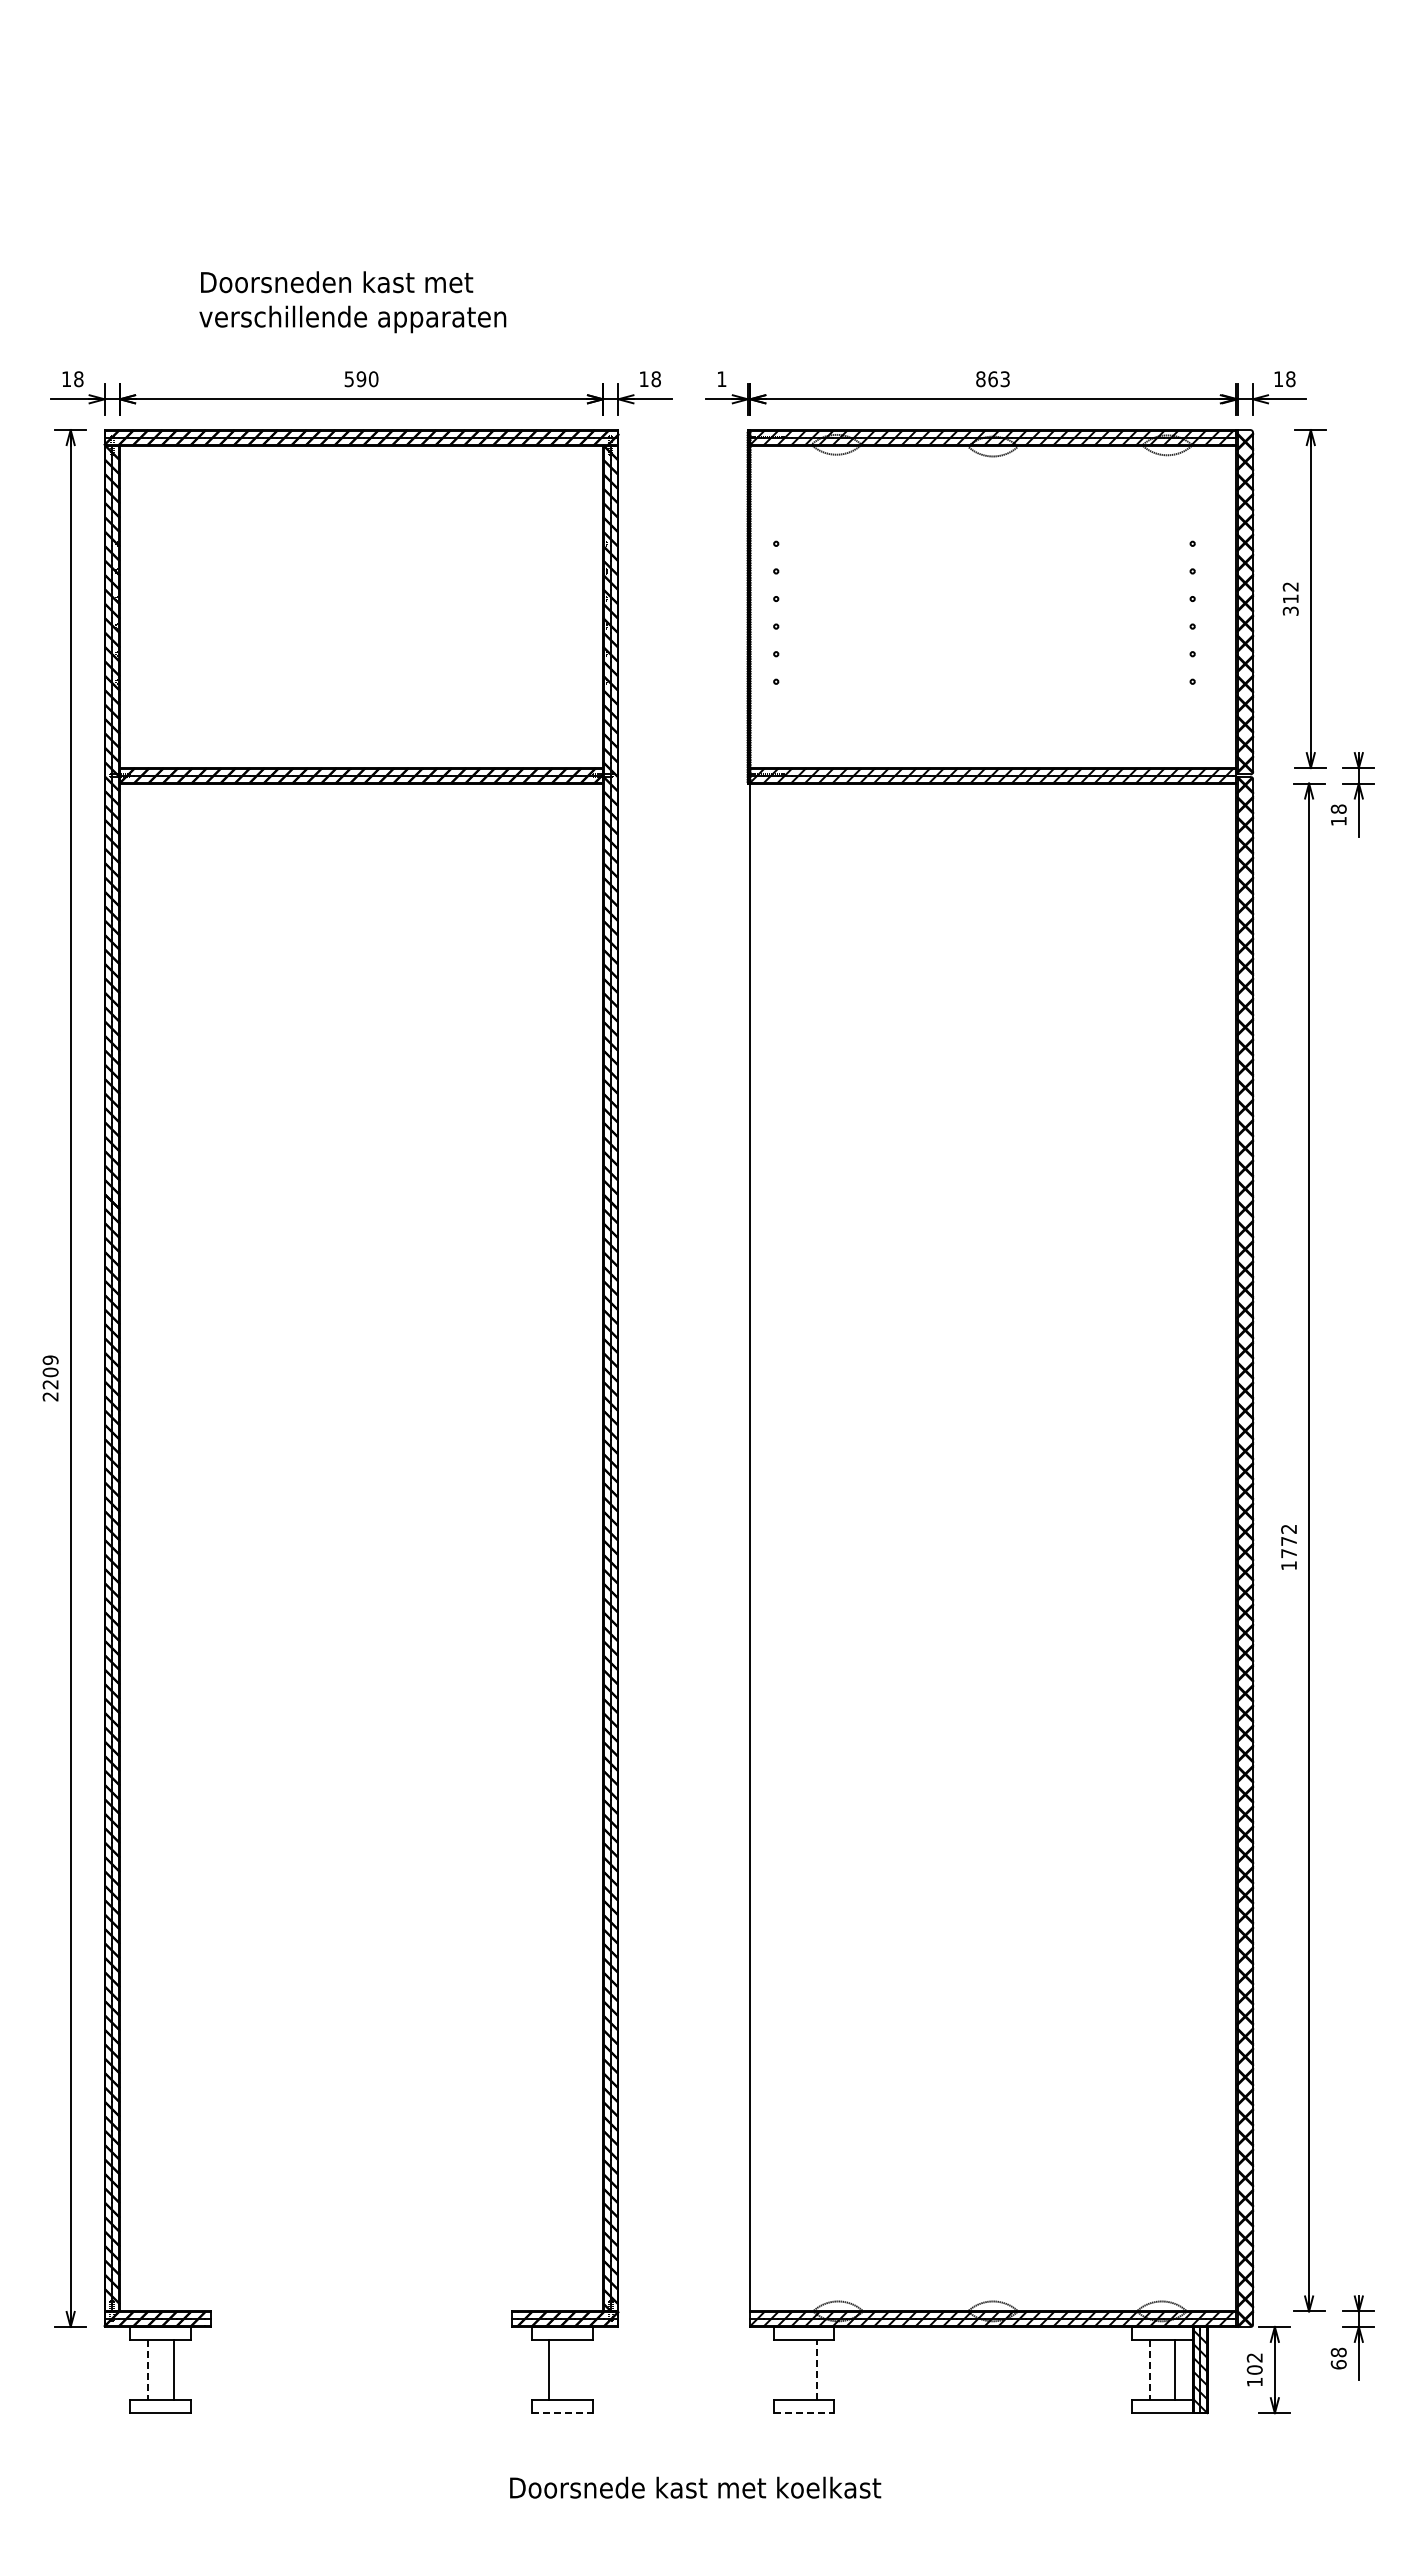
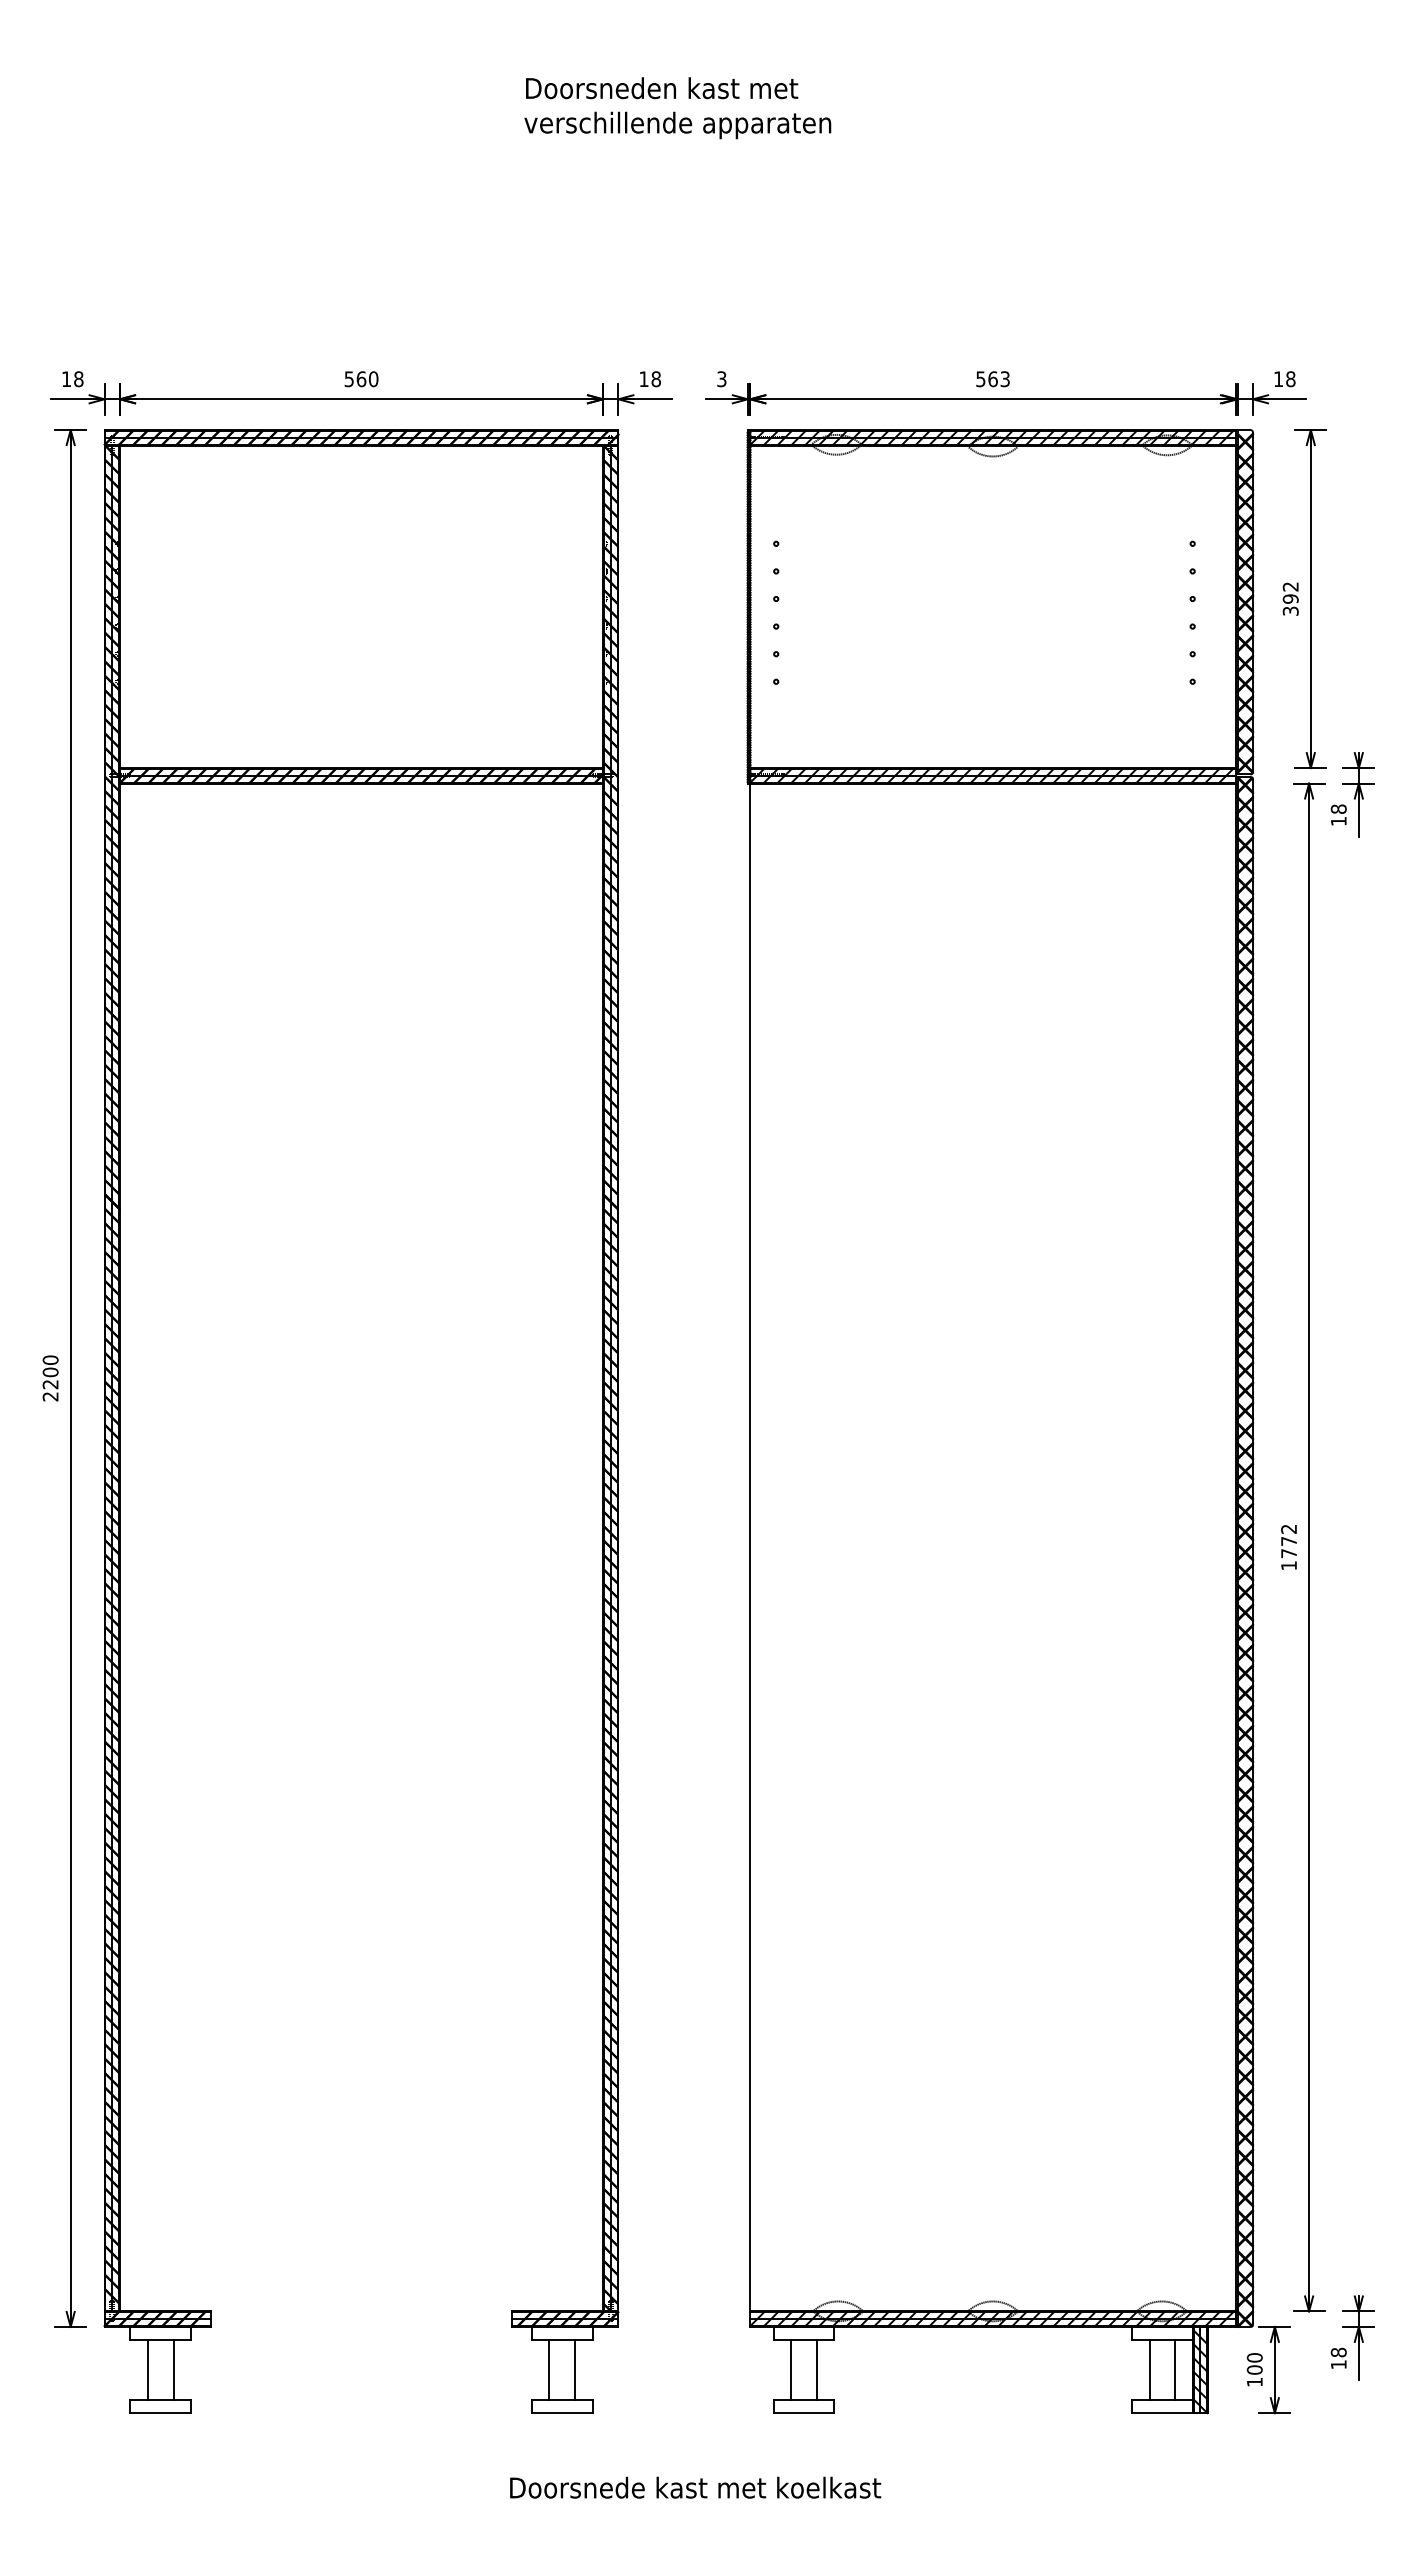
text at (352, 302) position: (352, 302) -> (677, 108)
text at (361, 379): 590 -> 560
text at (721, 379): 1 -> 3
text at (980, 379): 863 -> 563
text at (1290, 598): 312 -> 392
text at (50, 1359): 2209 -> 2200
text at (1254, 2357): 102 -> 100
text at (1338, 2364): 68 -> 18
line at (575, 2369): none -> present
line at (790, 2369): none -> present
line at (816, 2369): dashed -> solid
line at (147, 2370): dashed -> solid
line at (1149, 2370): dashed -> solid
line at (562, 2413): dashed -> solid
line at (804, 2413): dashed -> solid
